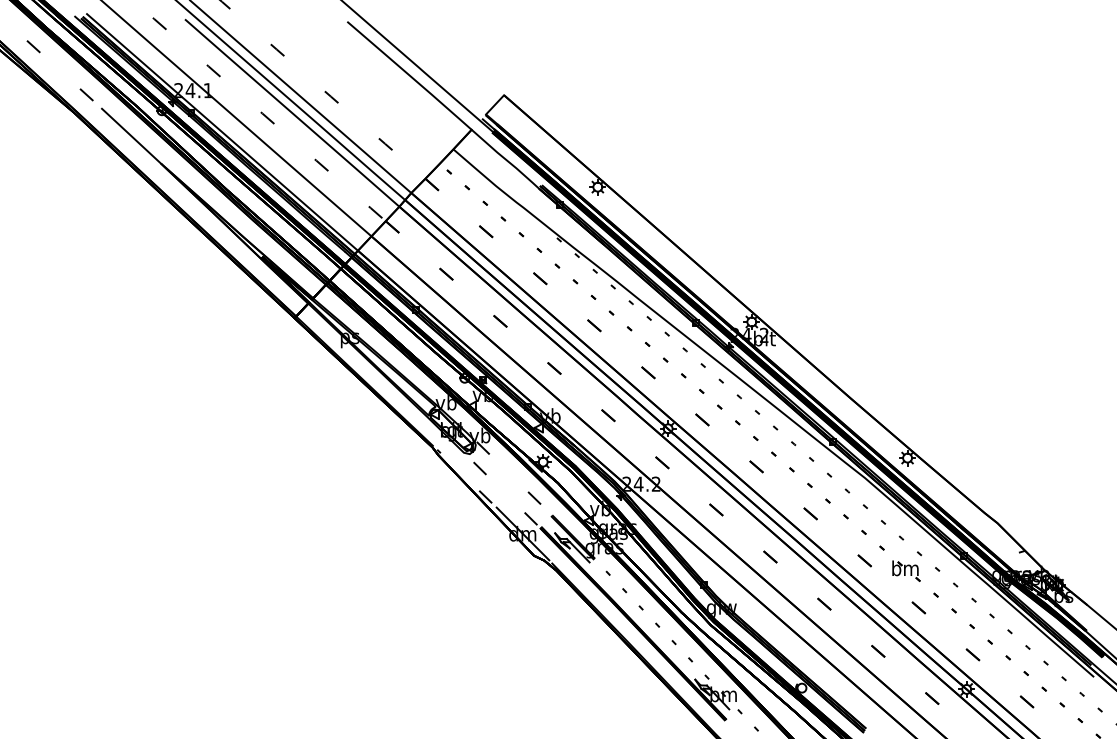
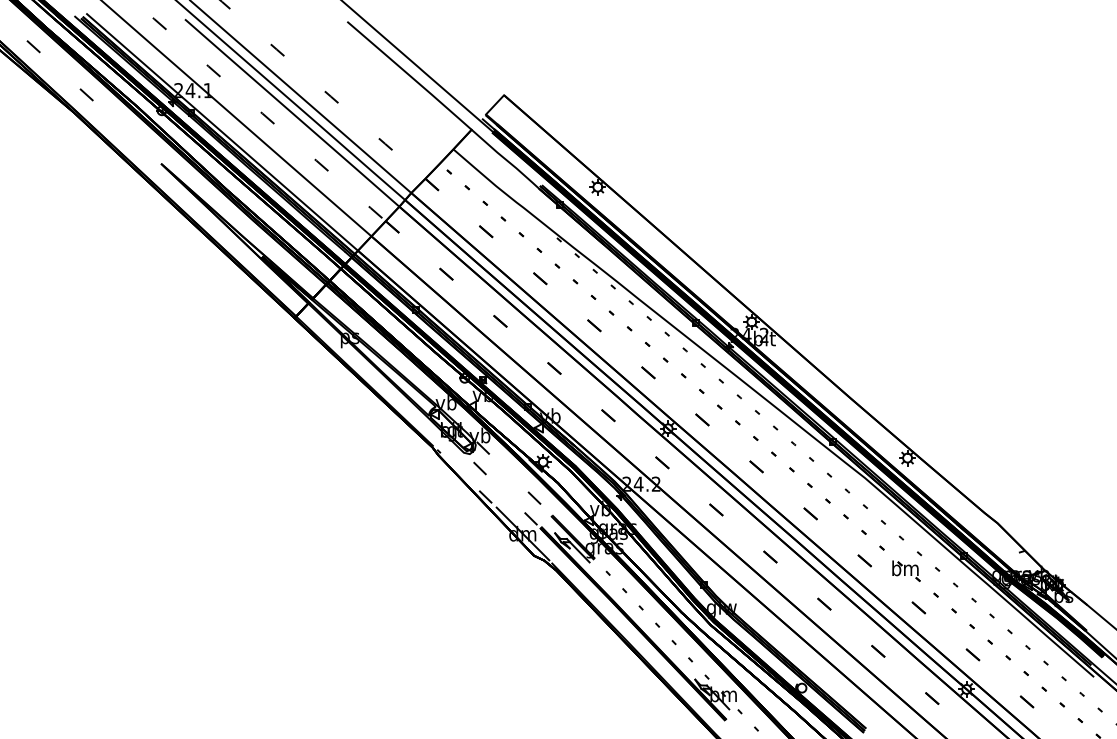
line at (131, 135): present -> none
